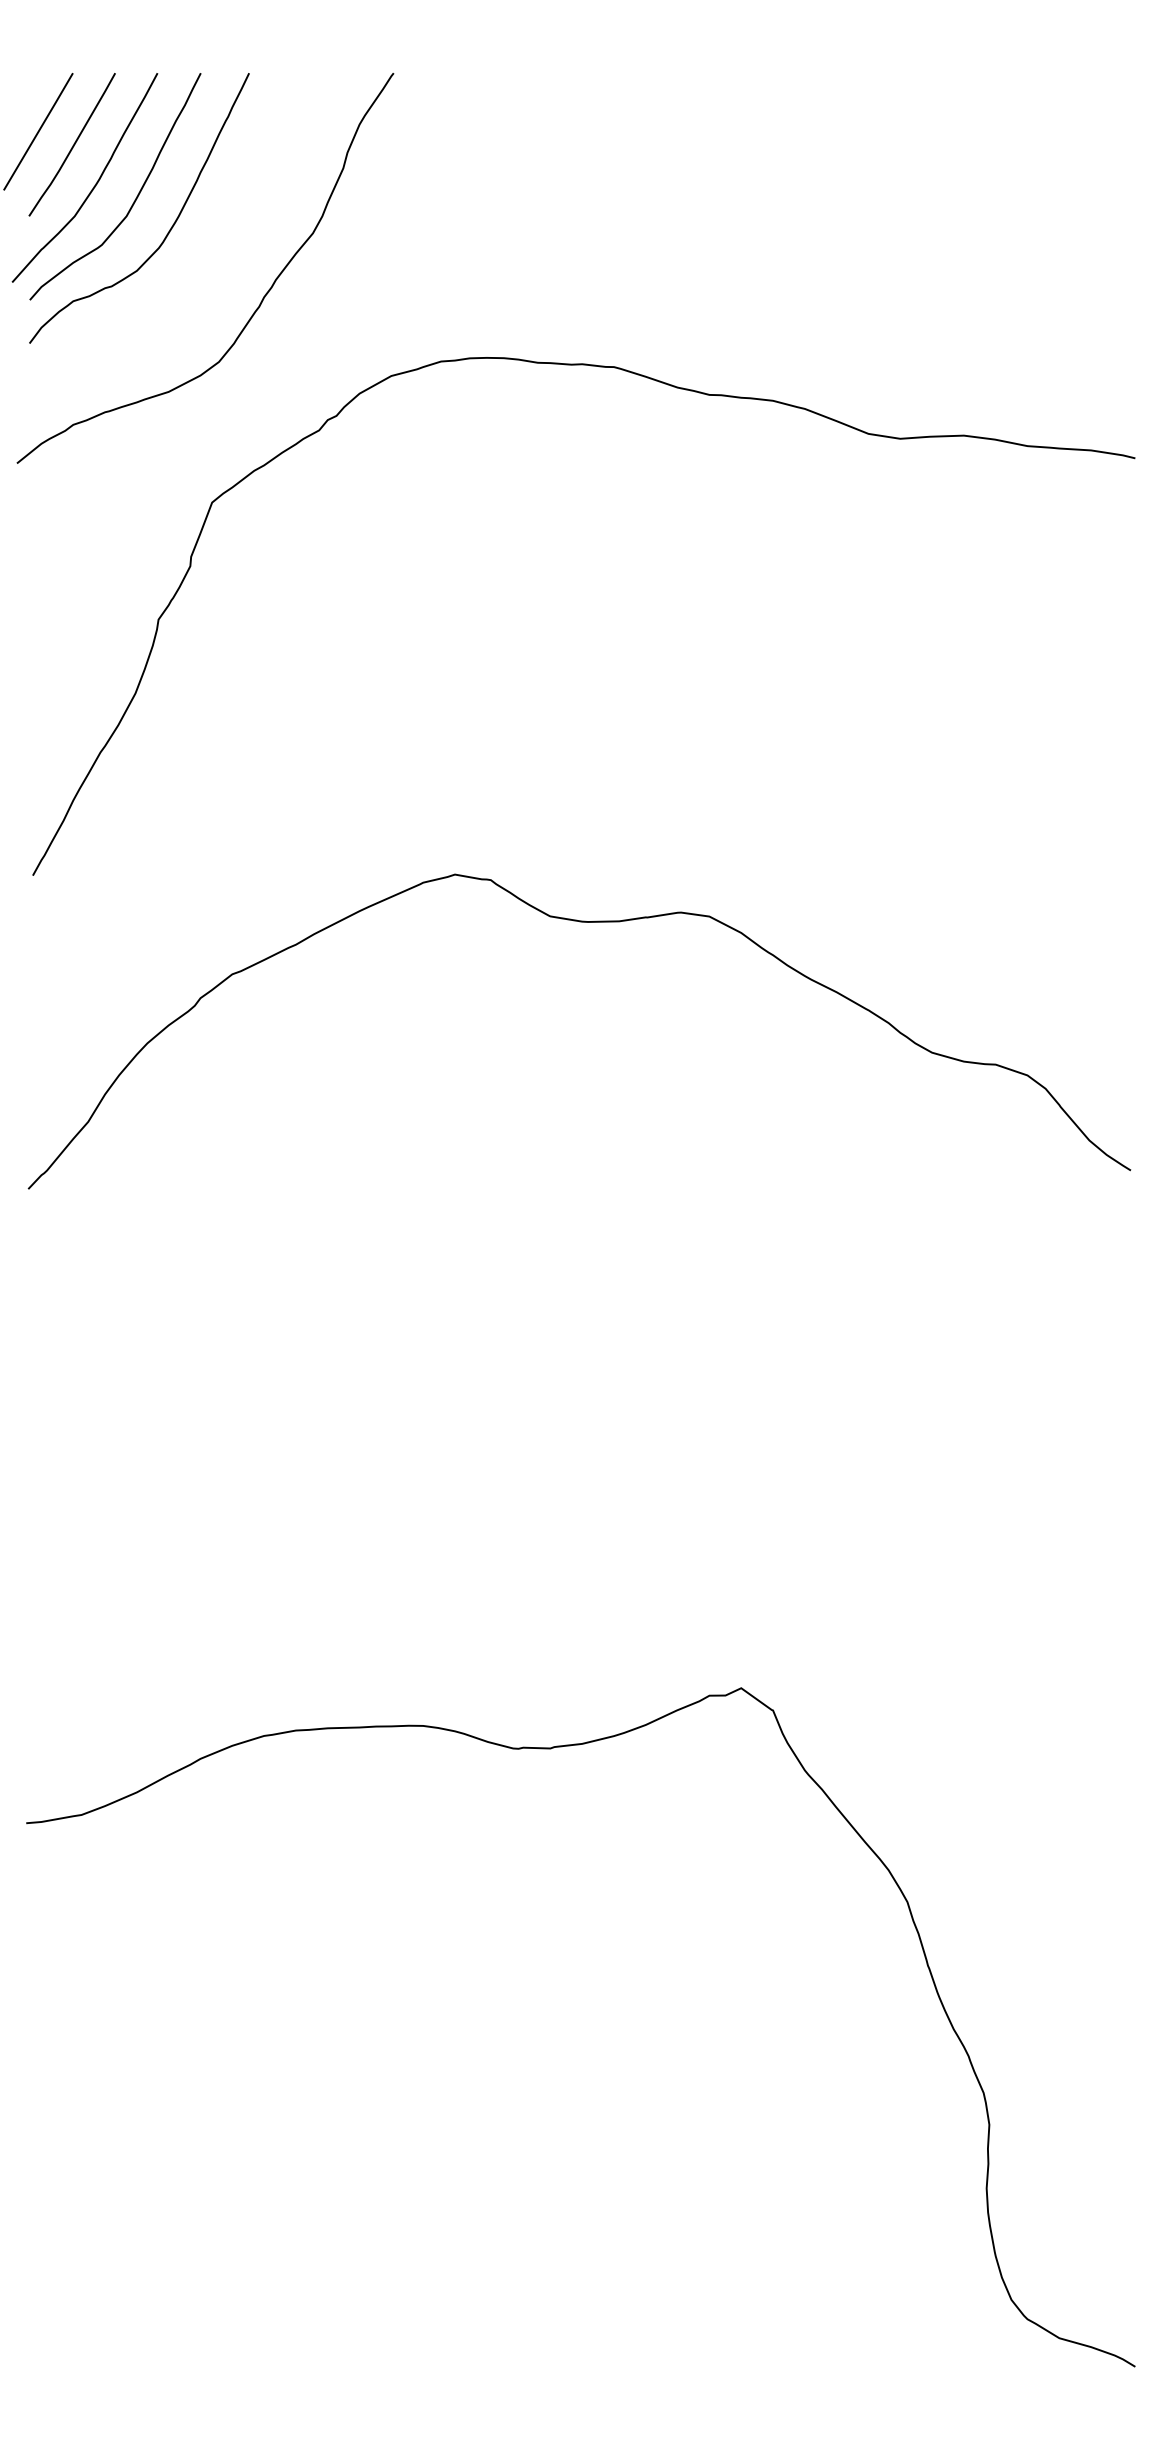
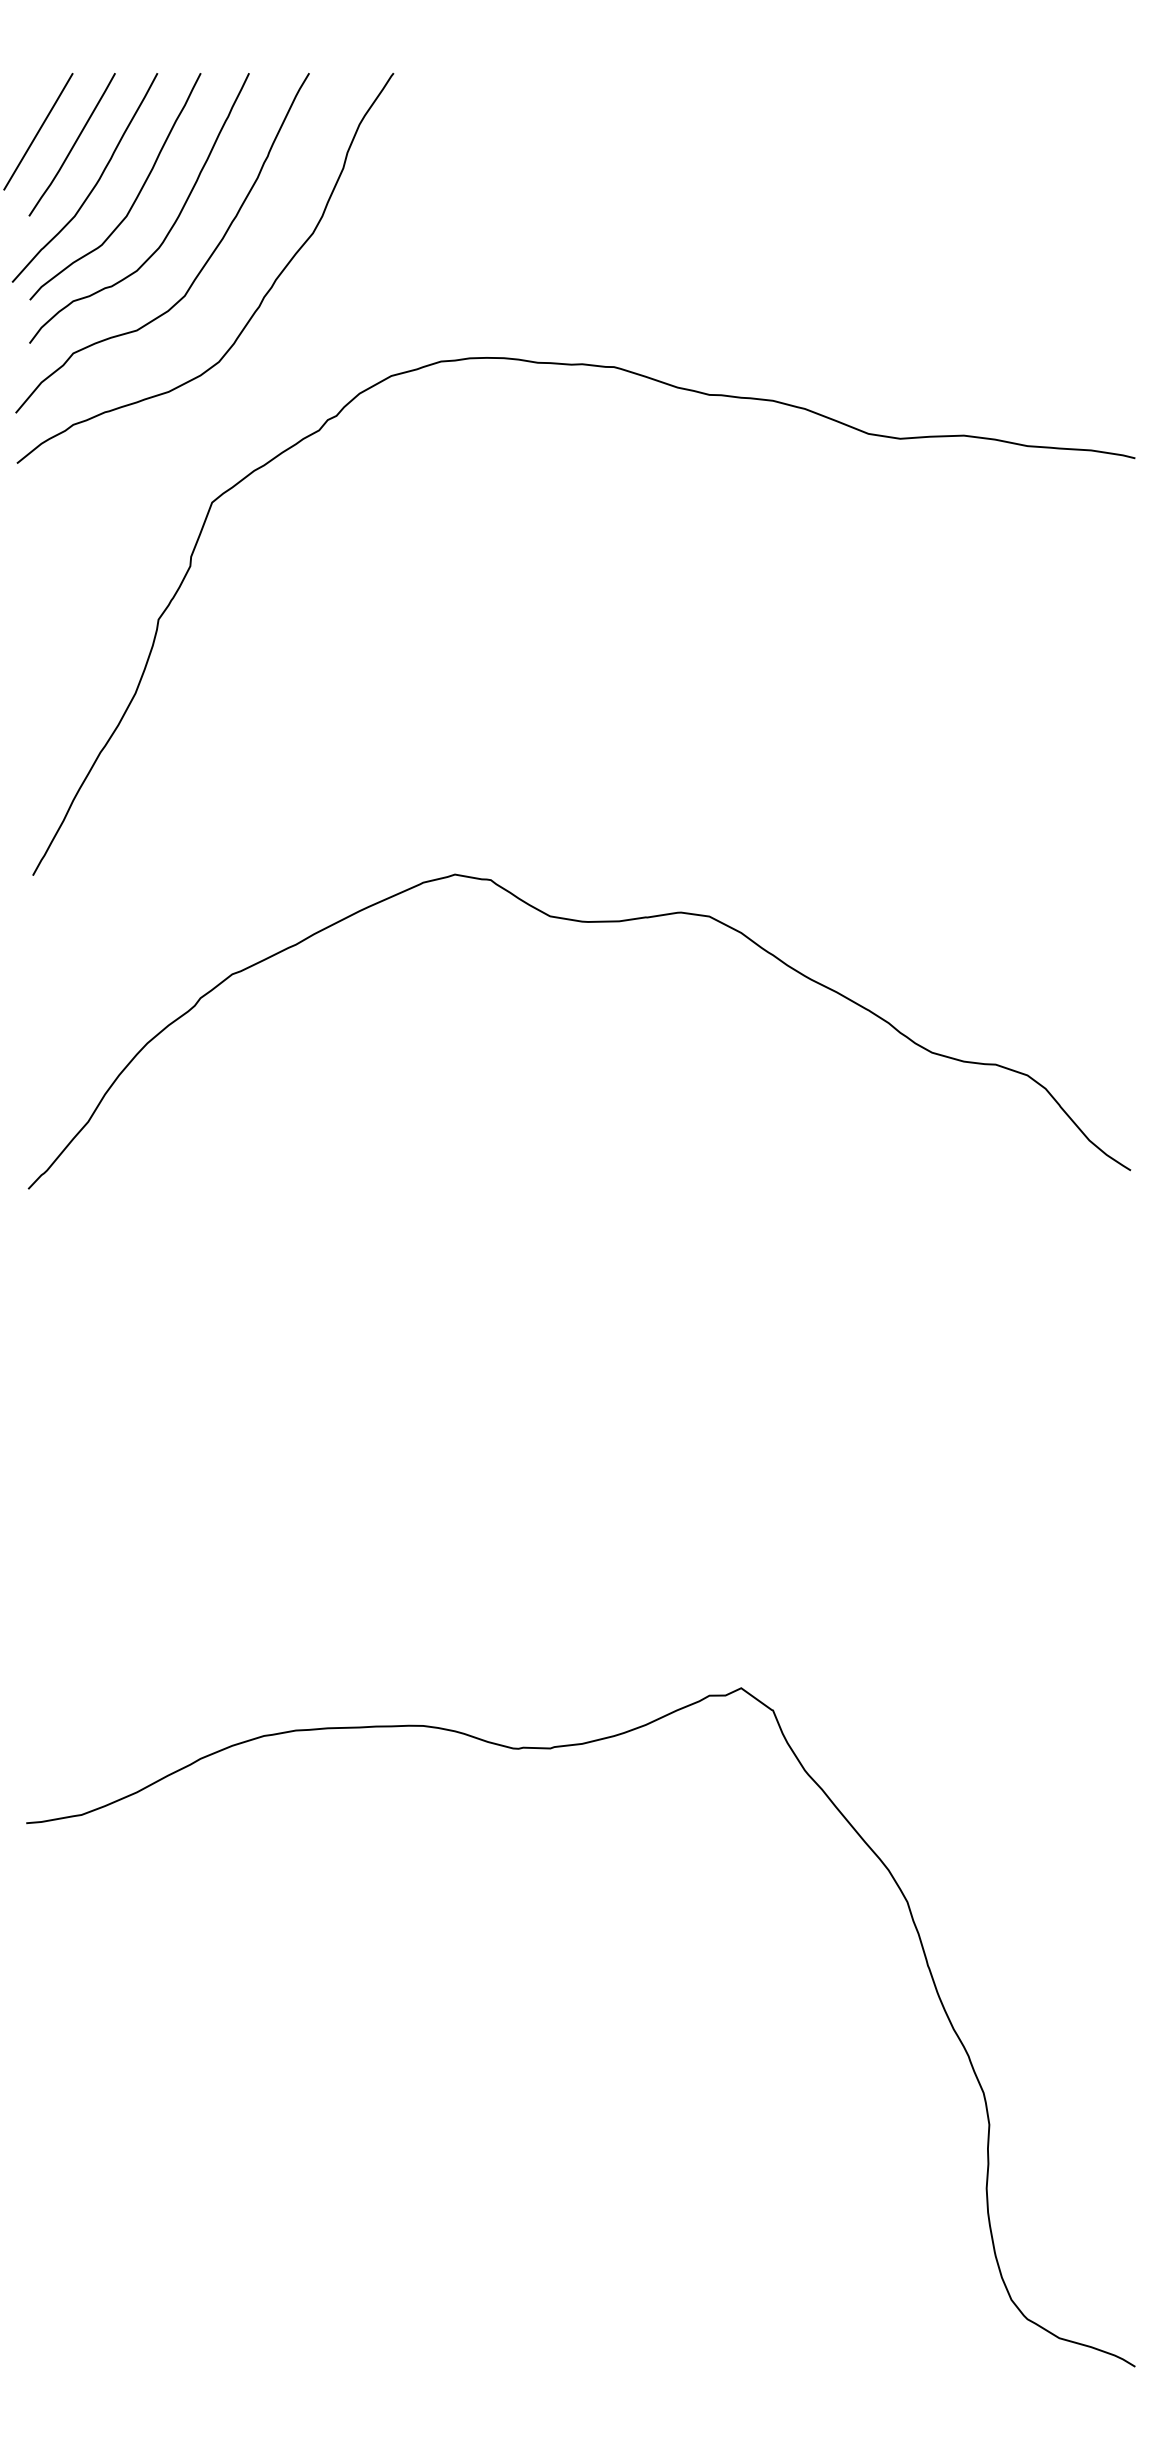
curve at (200, 269): none -> present
